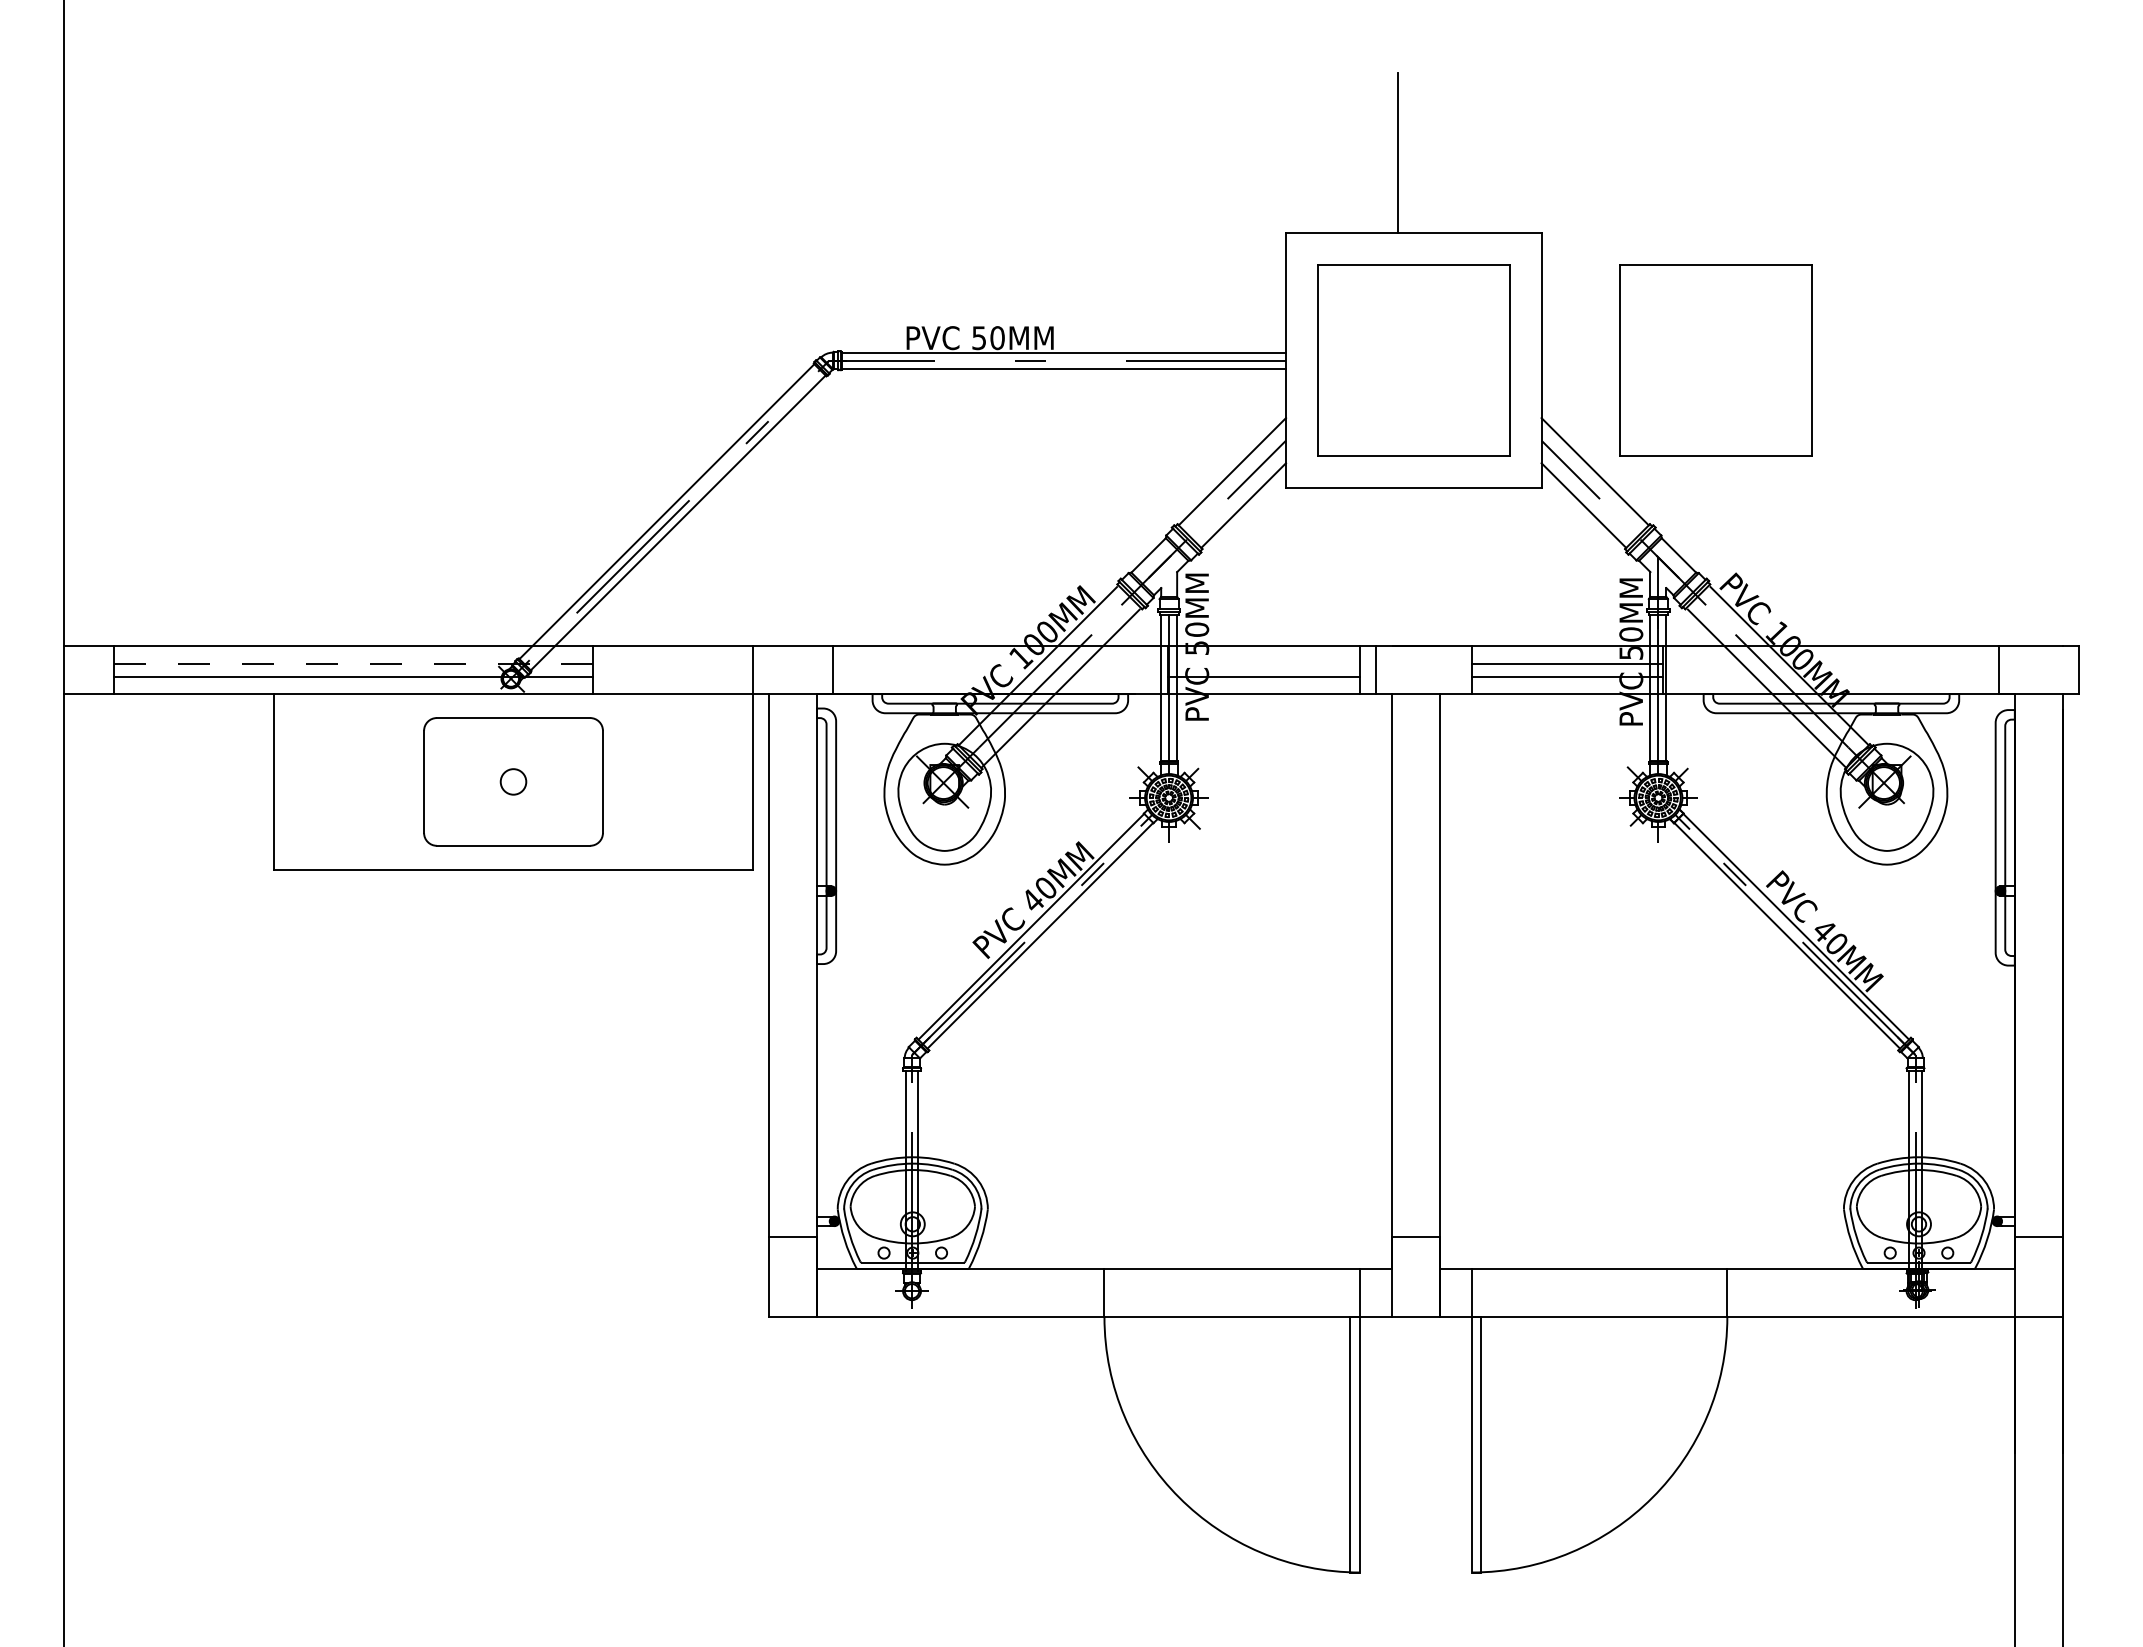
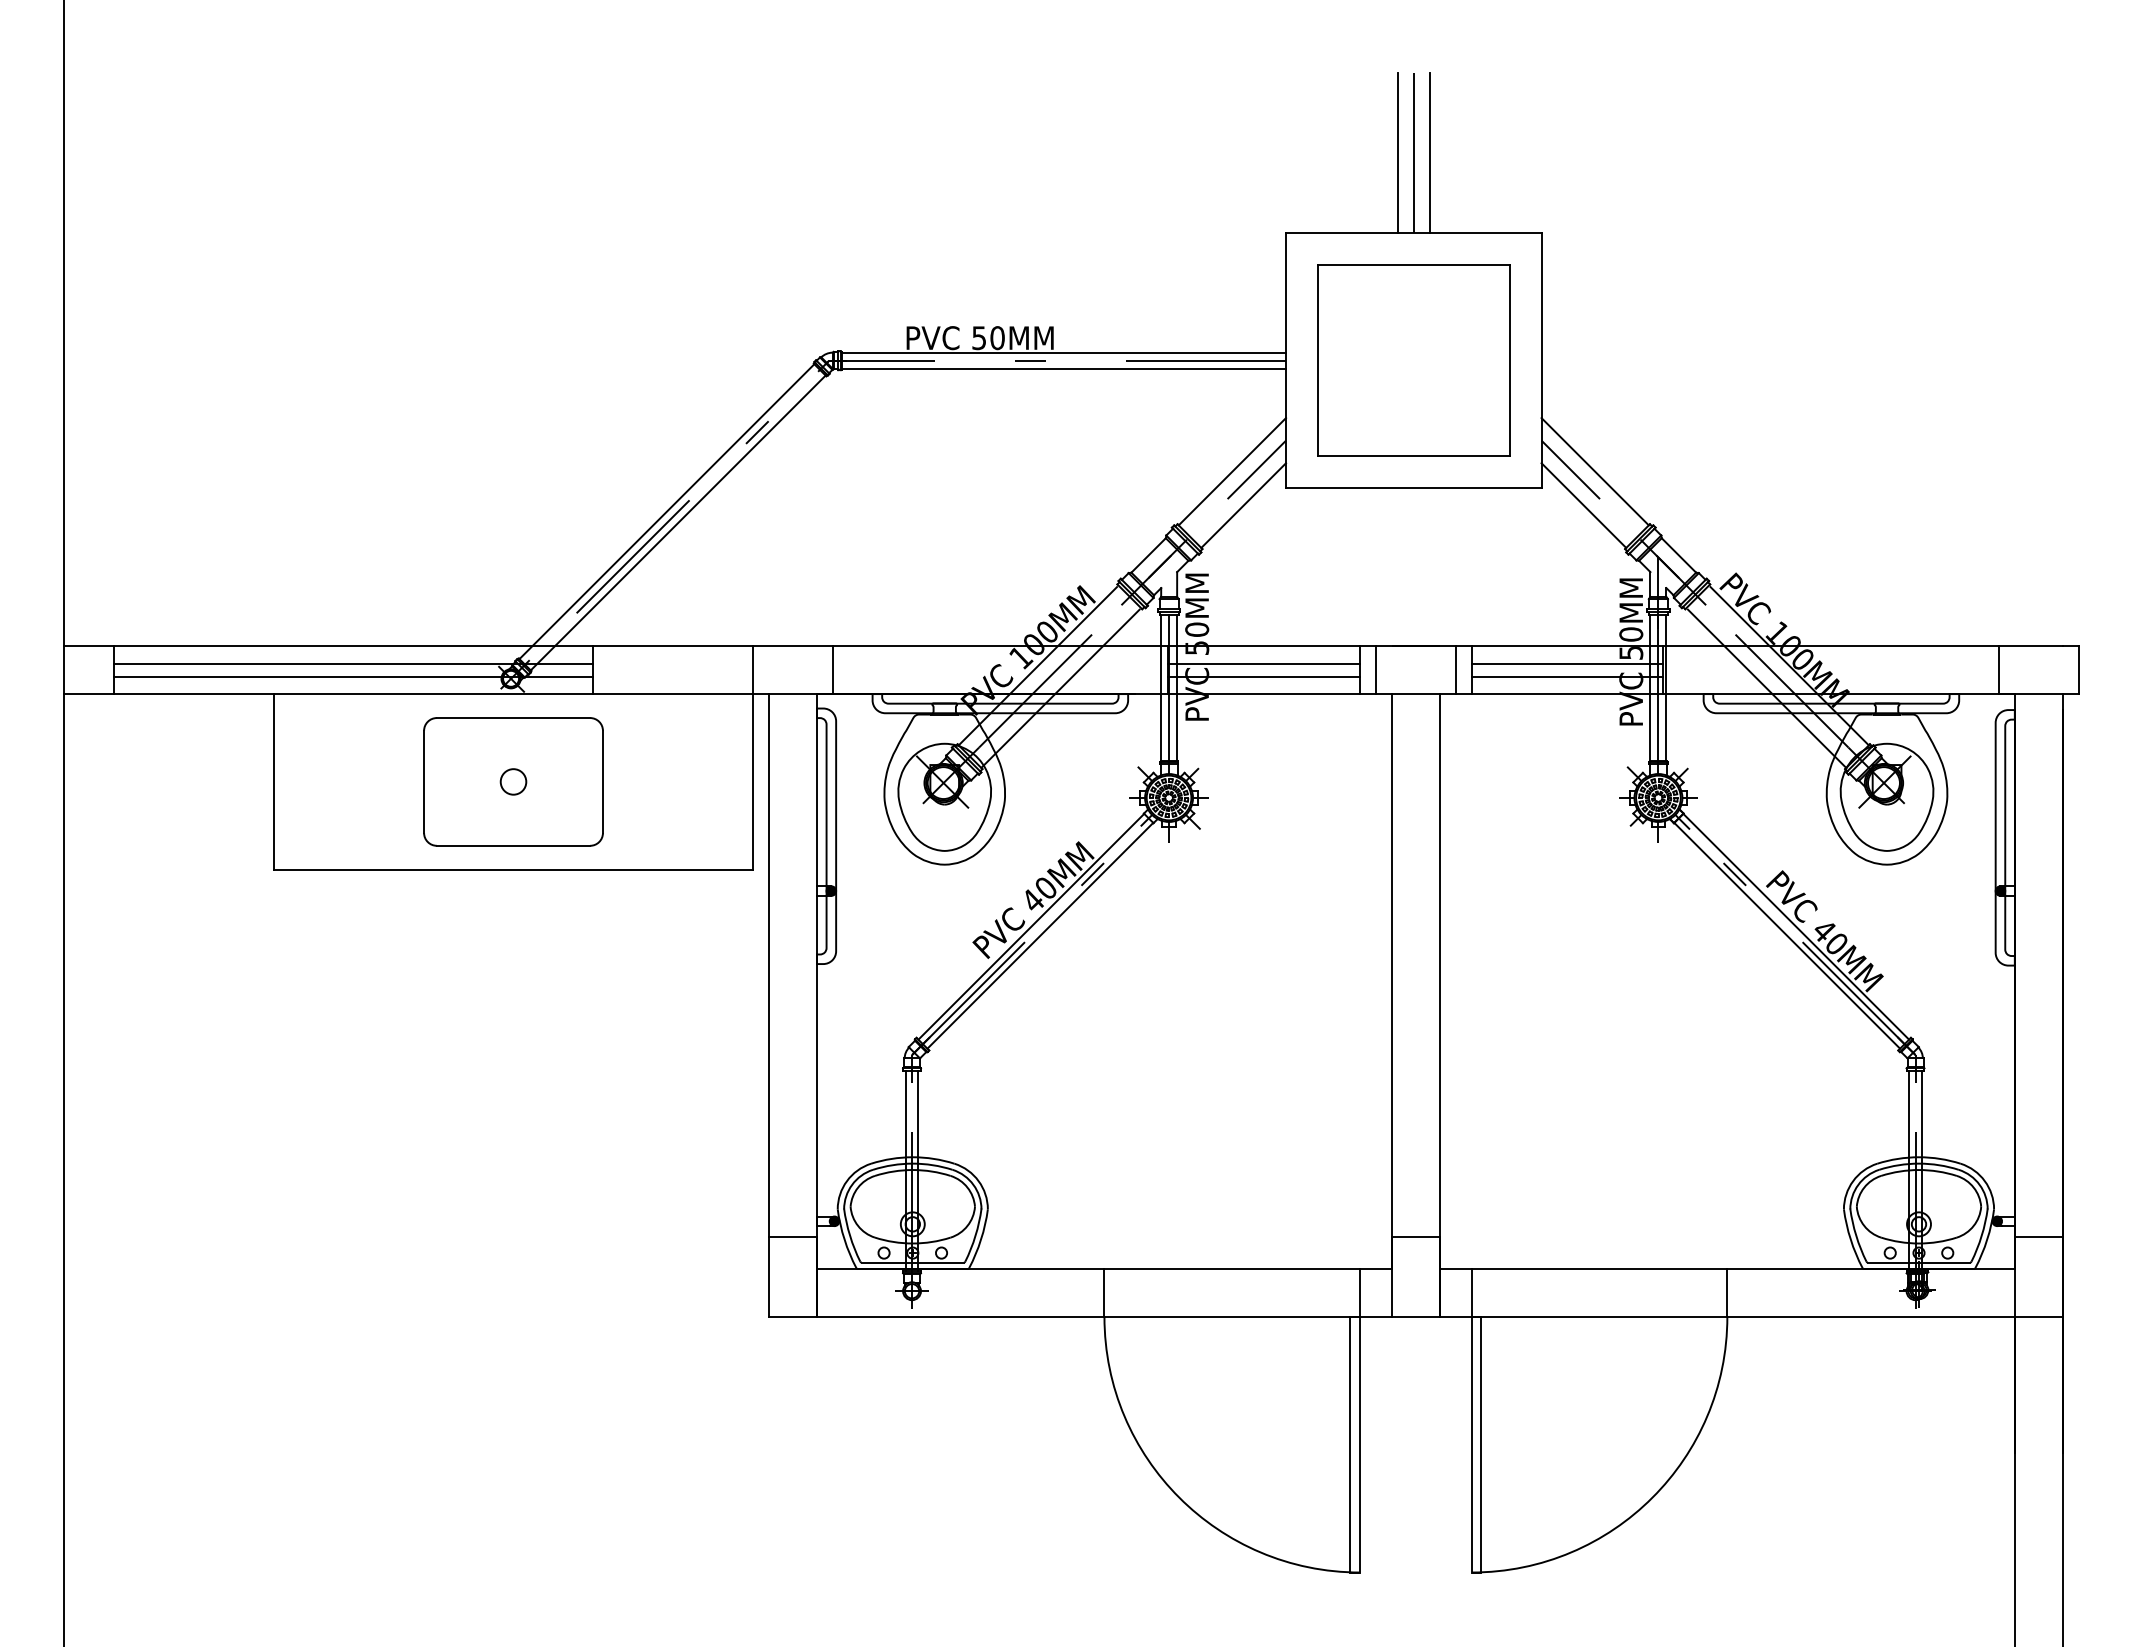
line at (1413, 152): none -> present
line at (1429, 152): none -> present
part at (1715, 360): present -> none
line at (353, 663): dashed -> solid
line at (1264, 663): none -> present
line at (1455, 670): none -> present
